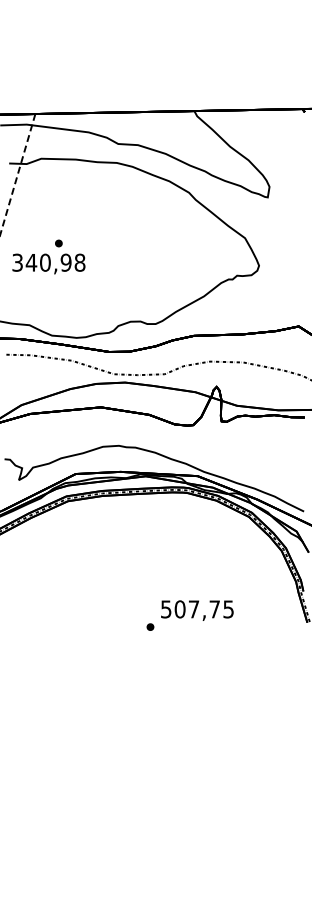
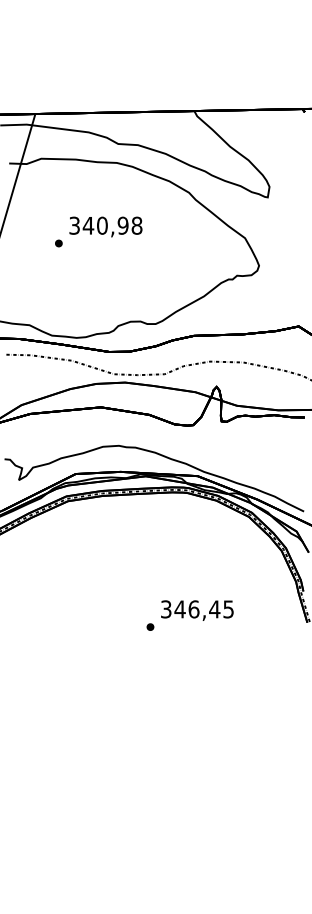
line at (17, 174): dashed -> solid
text at (48, 263) position: (48, 263) -> (105, 226)
text at (190, 609): 507,75 -> 346,45
